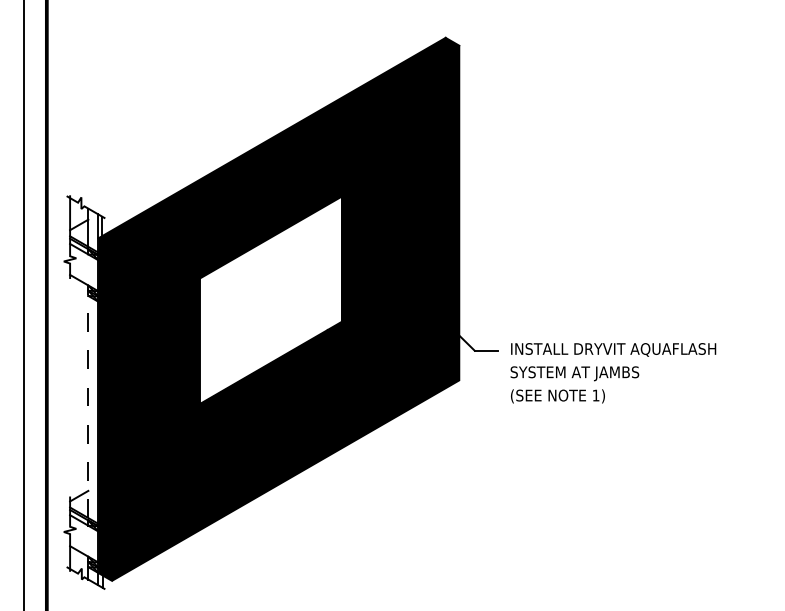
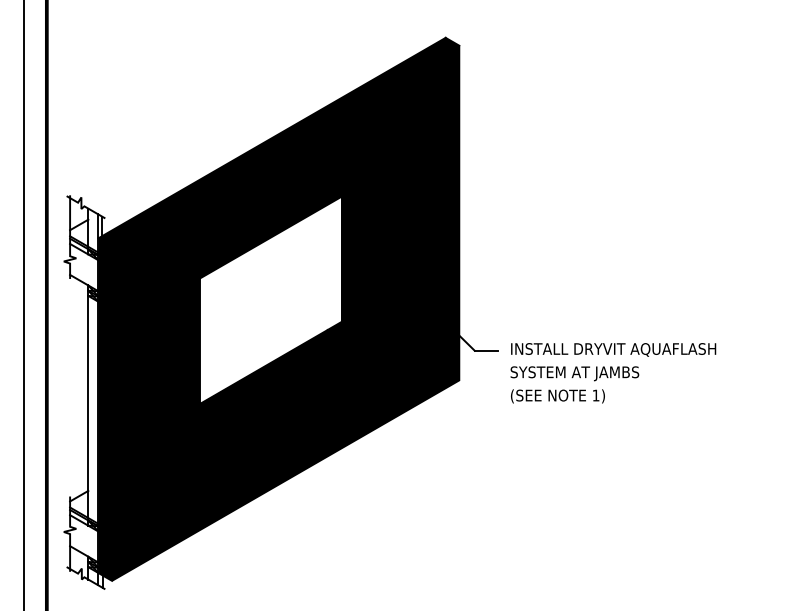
line at (88, 401): dashed -> solid
